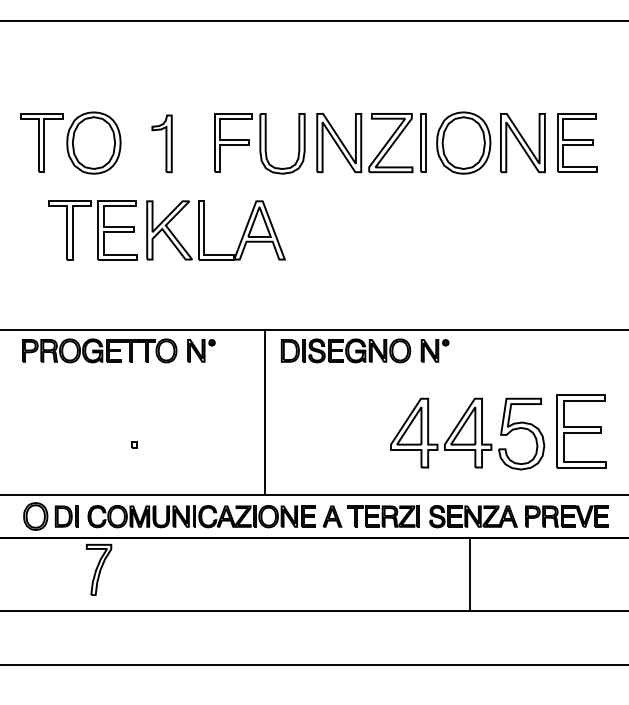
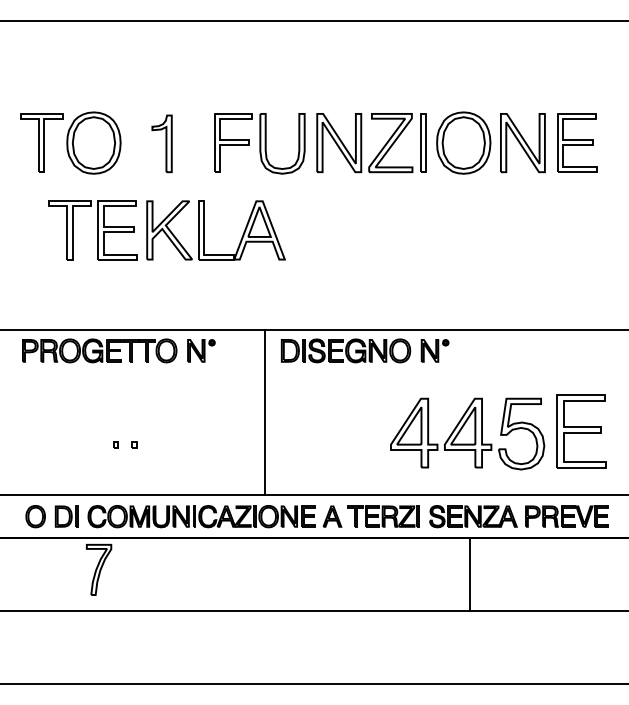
part at (115, 444): none -> present
part at (35, 516) size: 26x29 px -> 21x24 px
line at (313, 664) position: (313, 664) -> (313, 683)
